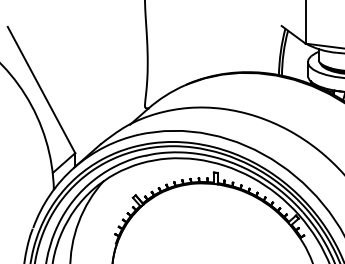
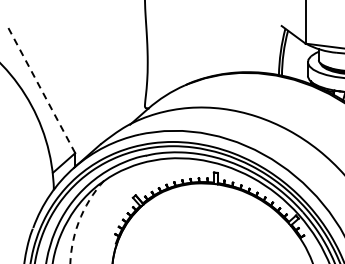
line at (41, 90): solid -> dashed
arc at (79, 219): solid -> dashed
